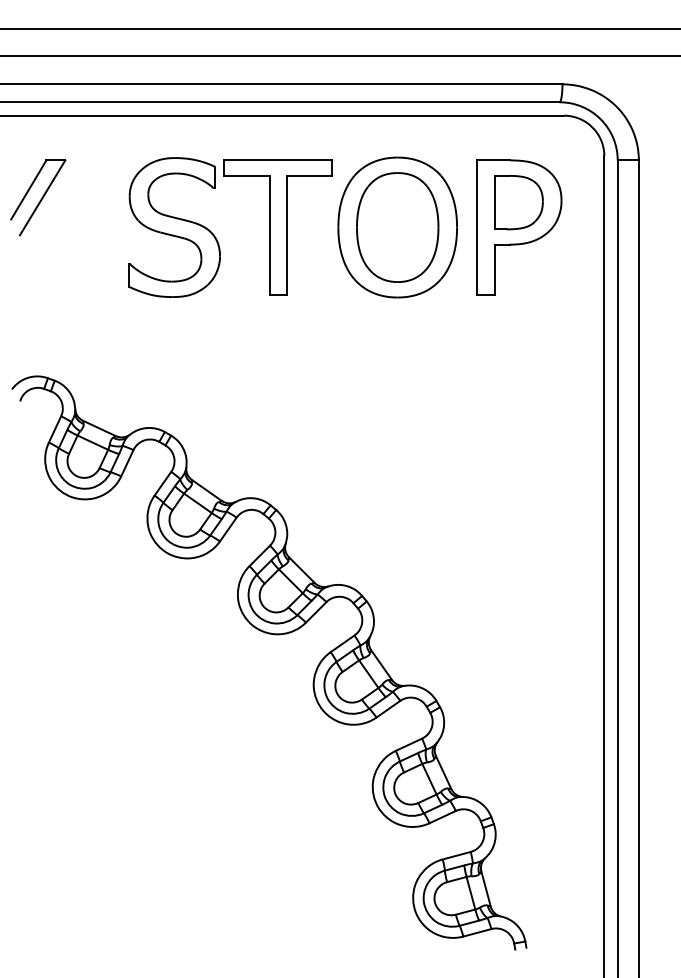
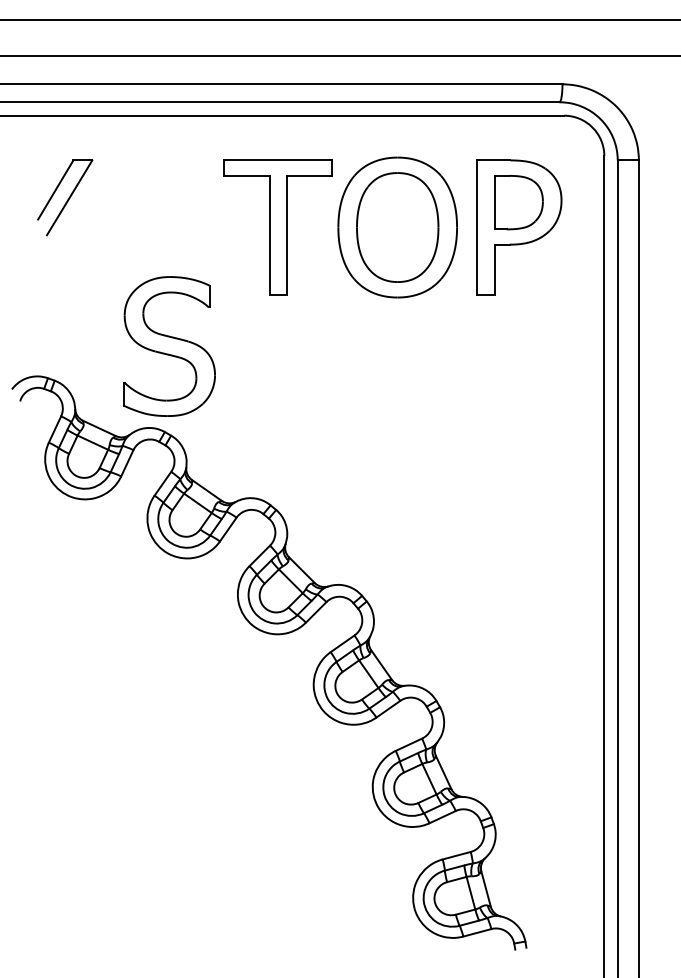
line at (339, 29) position: (339, 29) -> (339, 20)
part at (38, 197) position: (38, 197) -> (65, 197)
part at (174, 227) position: (174, 227) -> (169, 346)
